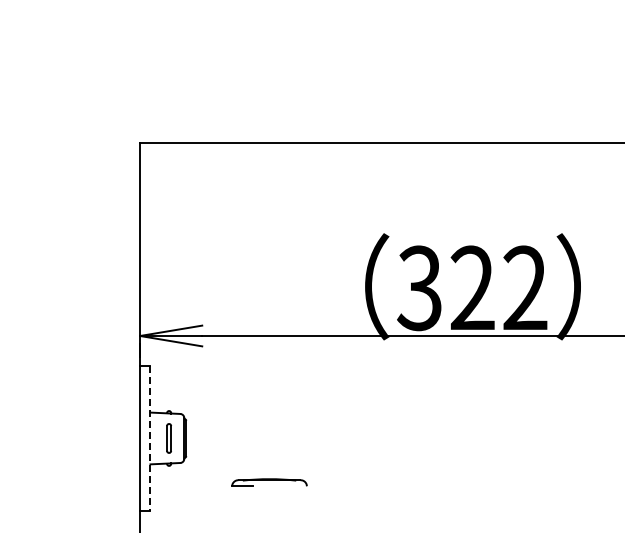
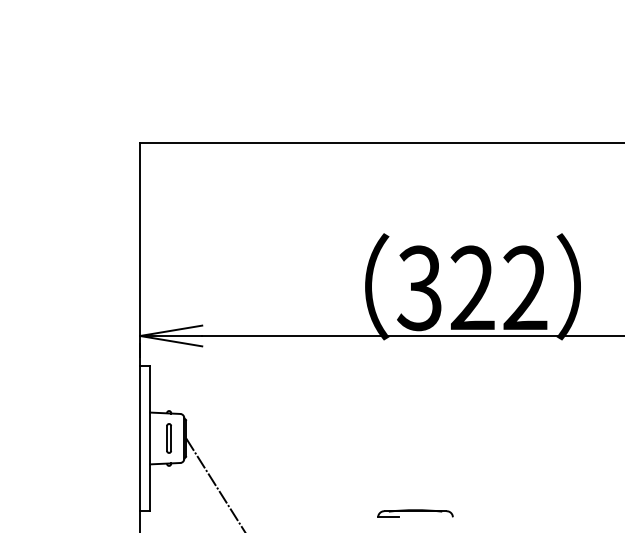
line at (150, 438): dashed -> solid
part at (269, 482) position: (269, 482) -> (415, 513)
line at (214, 483): none -> present
